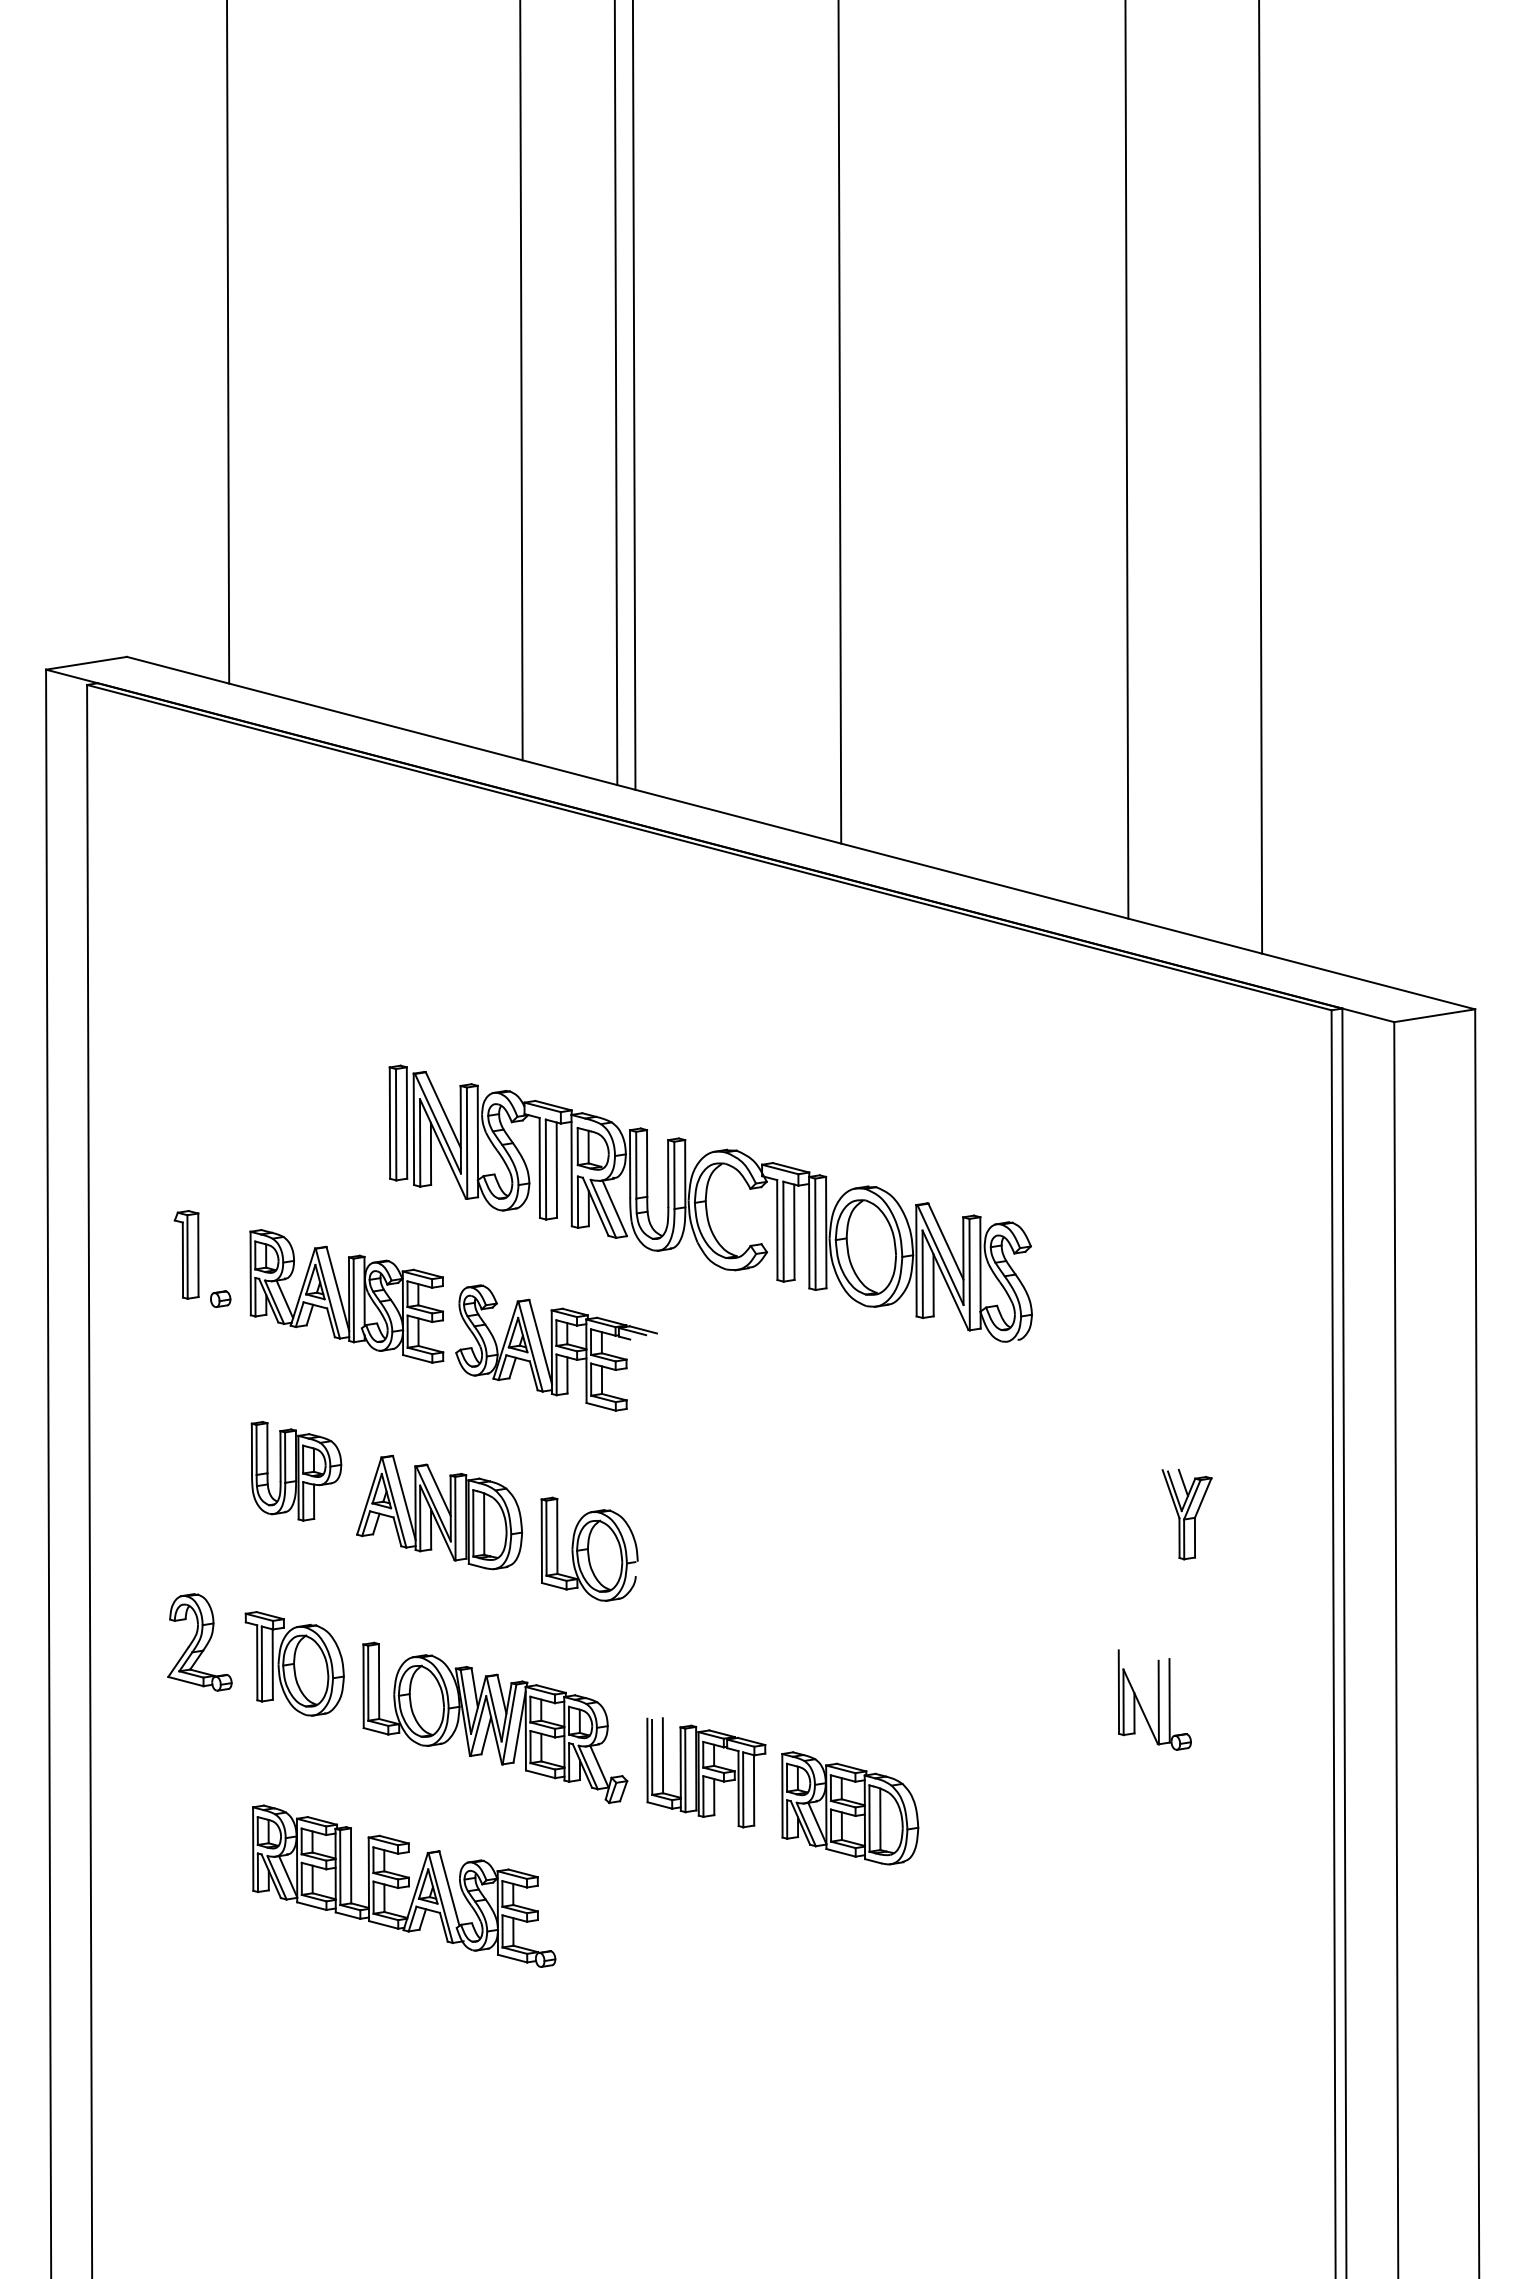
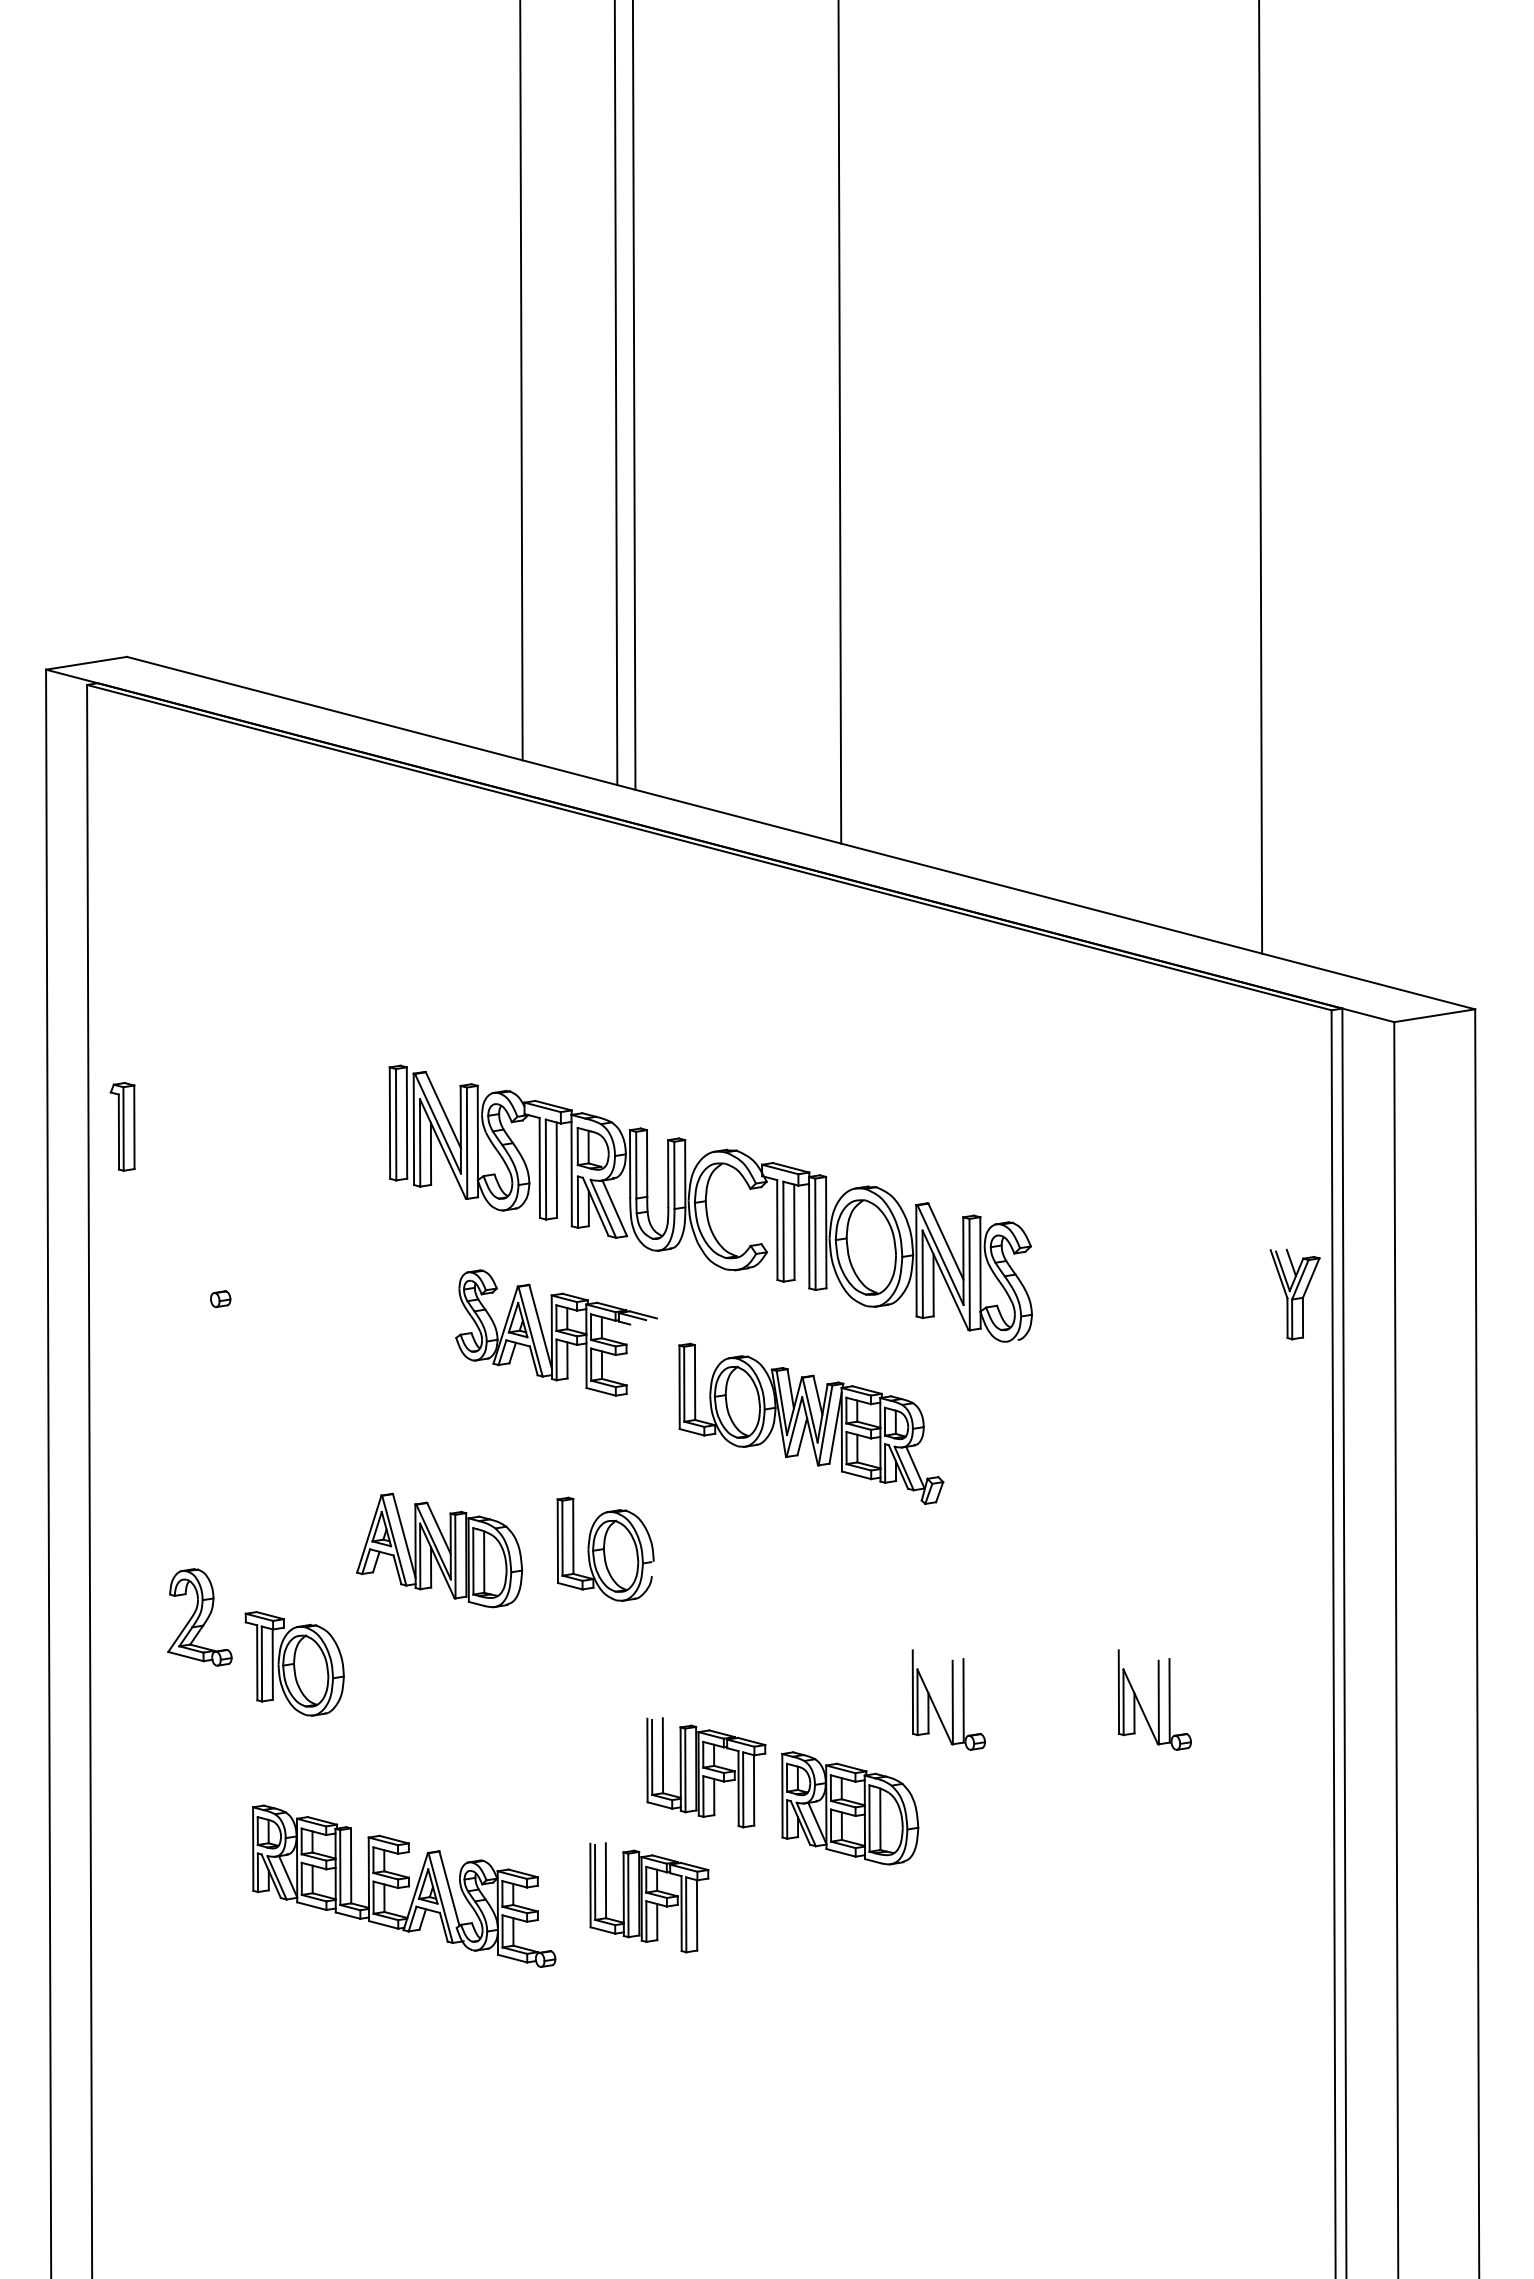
line at (228, 342): present -> none
line at (1126, 460): present -> none
part at (186, 1254) position: (186, 1254) -> (122, 1126)
part at (346, 1296): present -> none
part at (556, 1347) position: (556, 1347) -> (556, 1332)
part at (296, 1471): present -> none
part at (439, 1512) position: (439, 1512) -> (439, 1550)
part at (1186, 1514) position: (1186, 1514) -> (1294, 1294)
part at (589, 1548) position: (589, 1548) -> (605, 1548)
part at (199, 1642) position: (199, 1642) -> (199, 1617)
part at (948, 1699): none -> present
part at (495, 1722) position: (495, 1722) -> (811, 1423)
part at (649, 1897): none -> present
